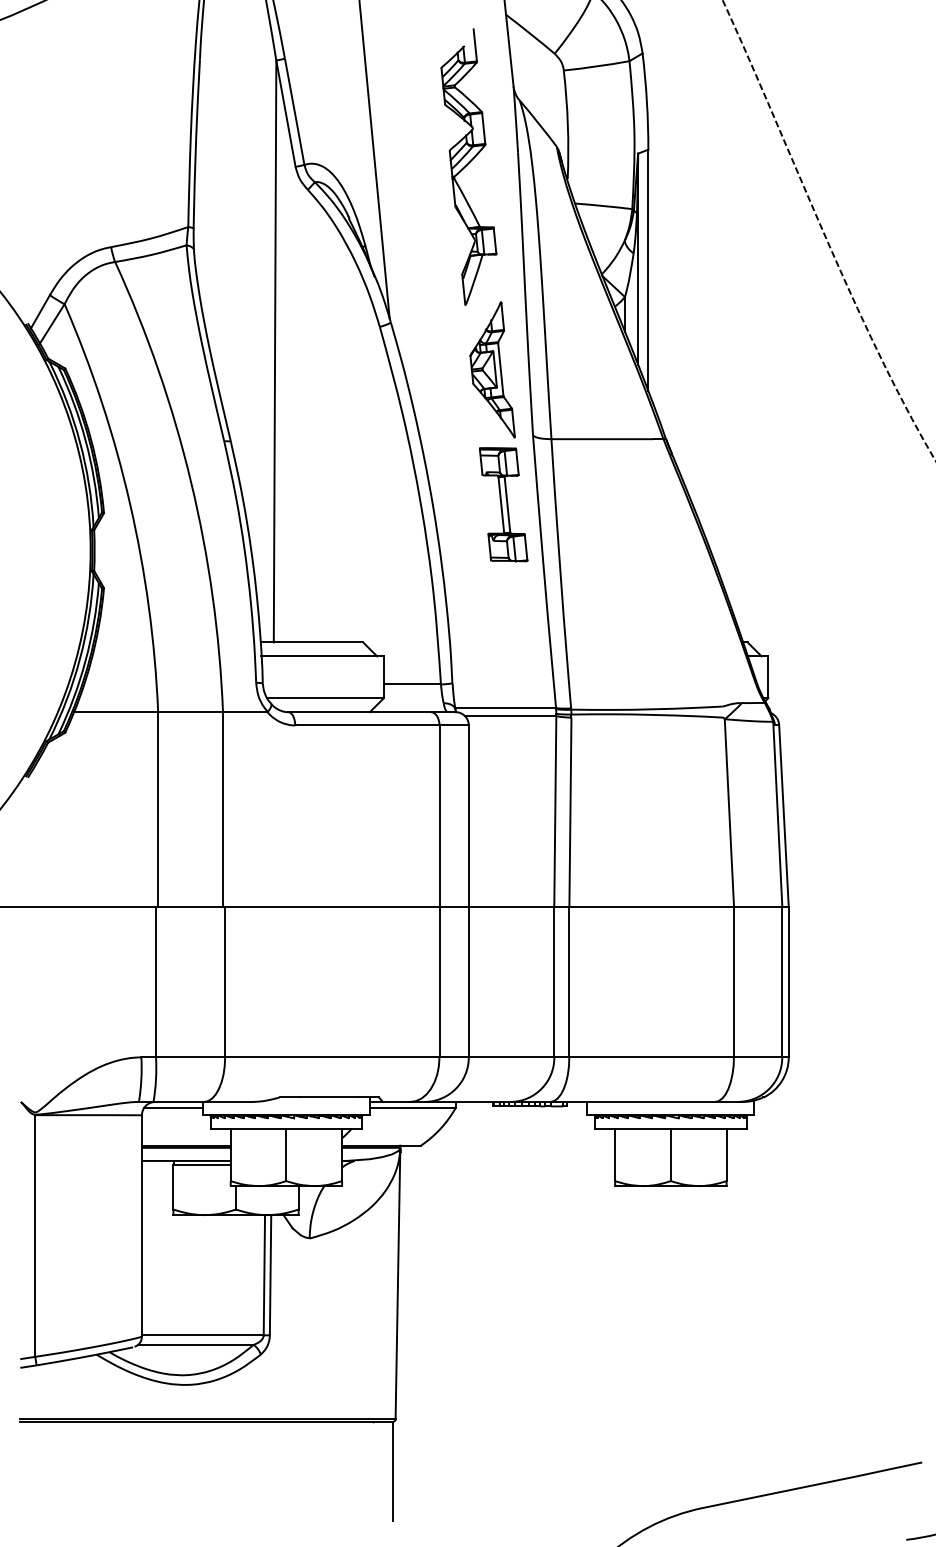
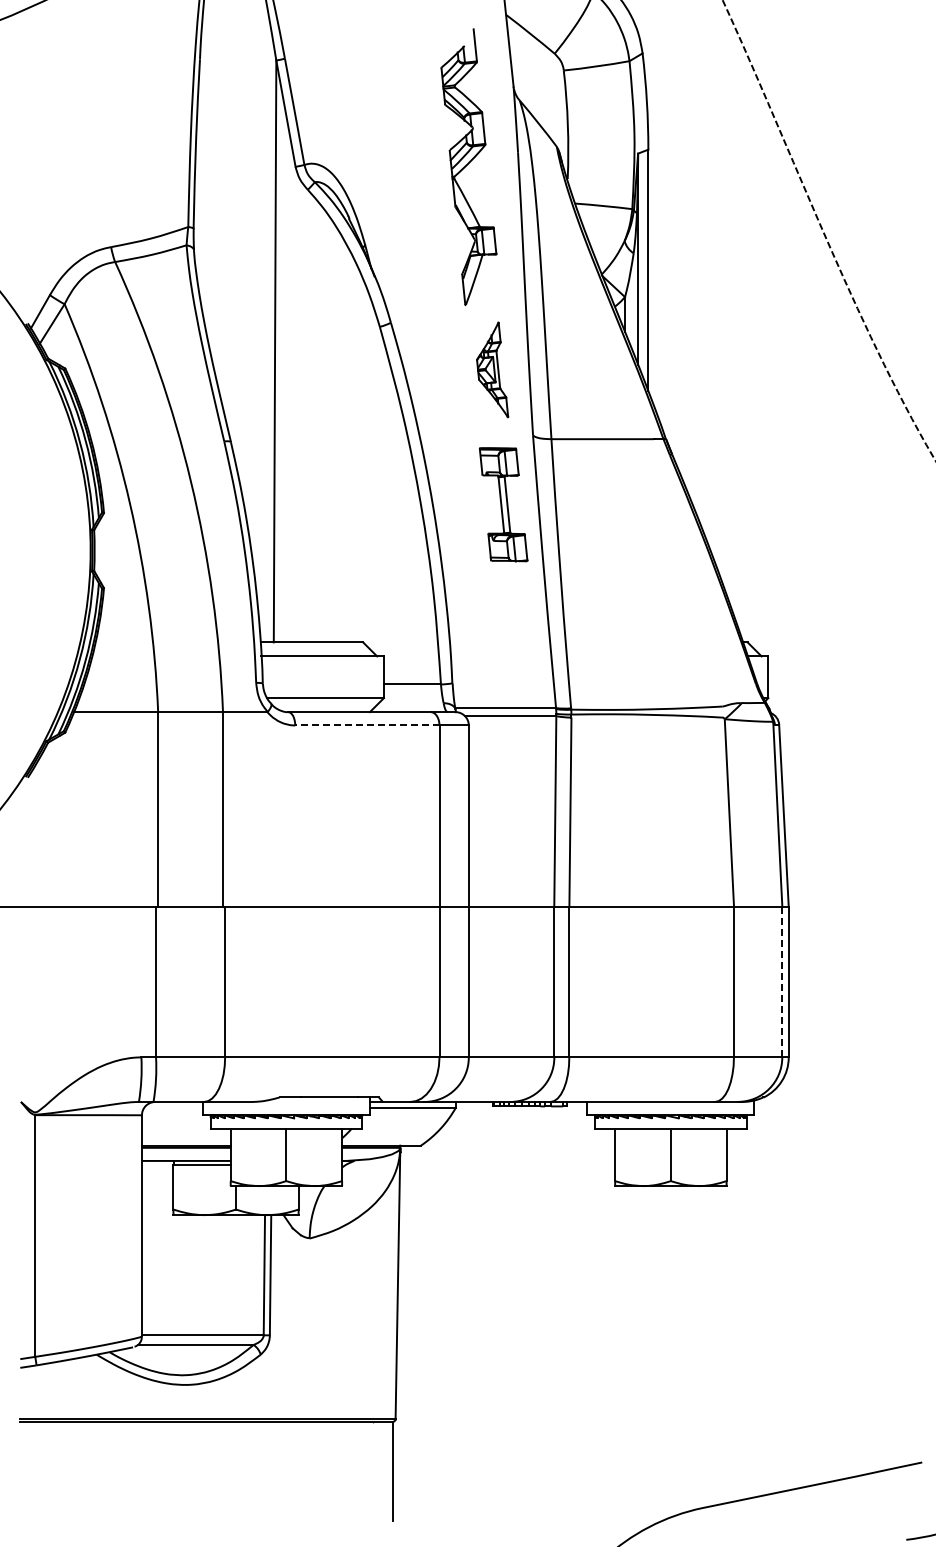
line at (374, 160): present -> none
part at (492, 369) size: 47x138 px -> 34x98 px
line at (366, 725): solid -> dashed
line at (782, 982): solid -> dashed
line at (173, 1107): present -> none
